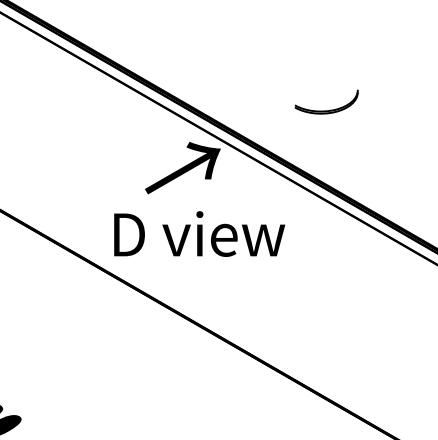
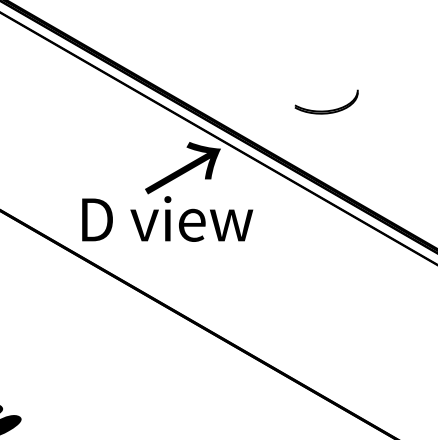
text at (199, 233) position: (199, 233) -> (167, 218)
